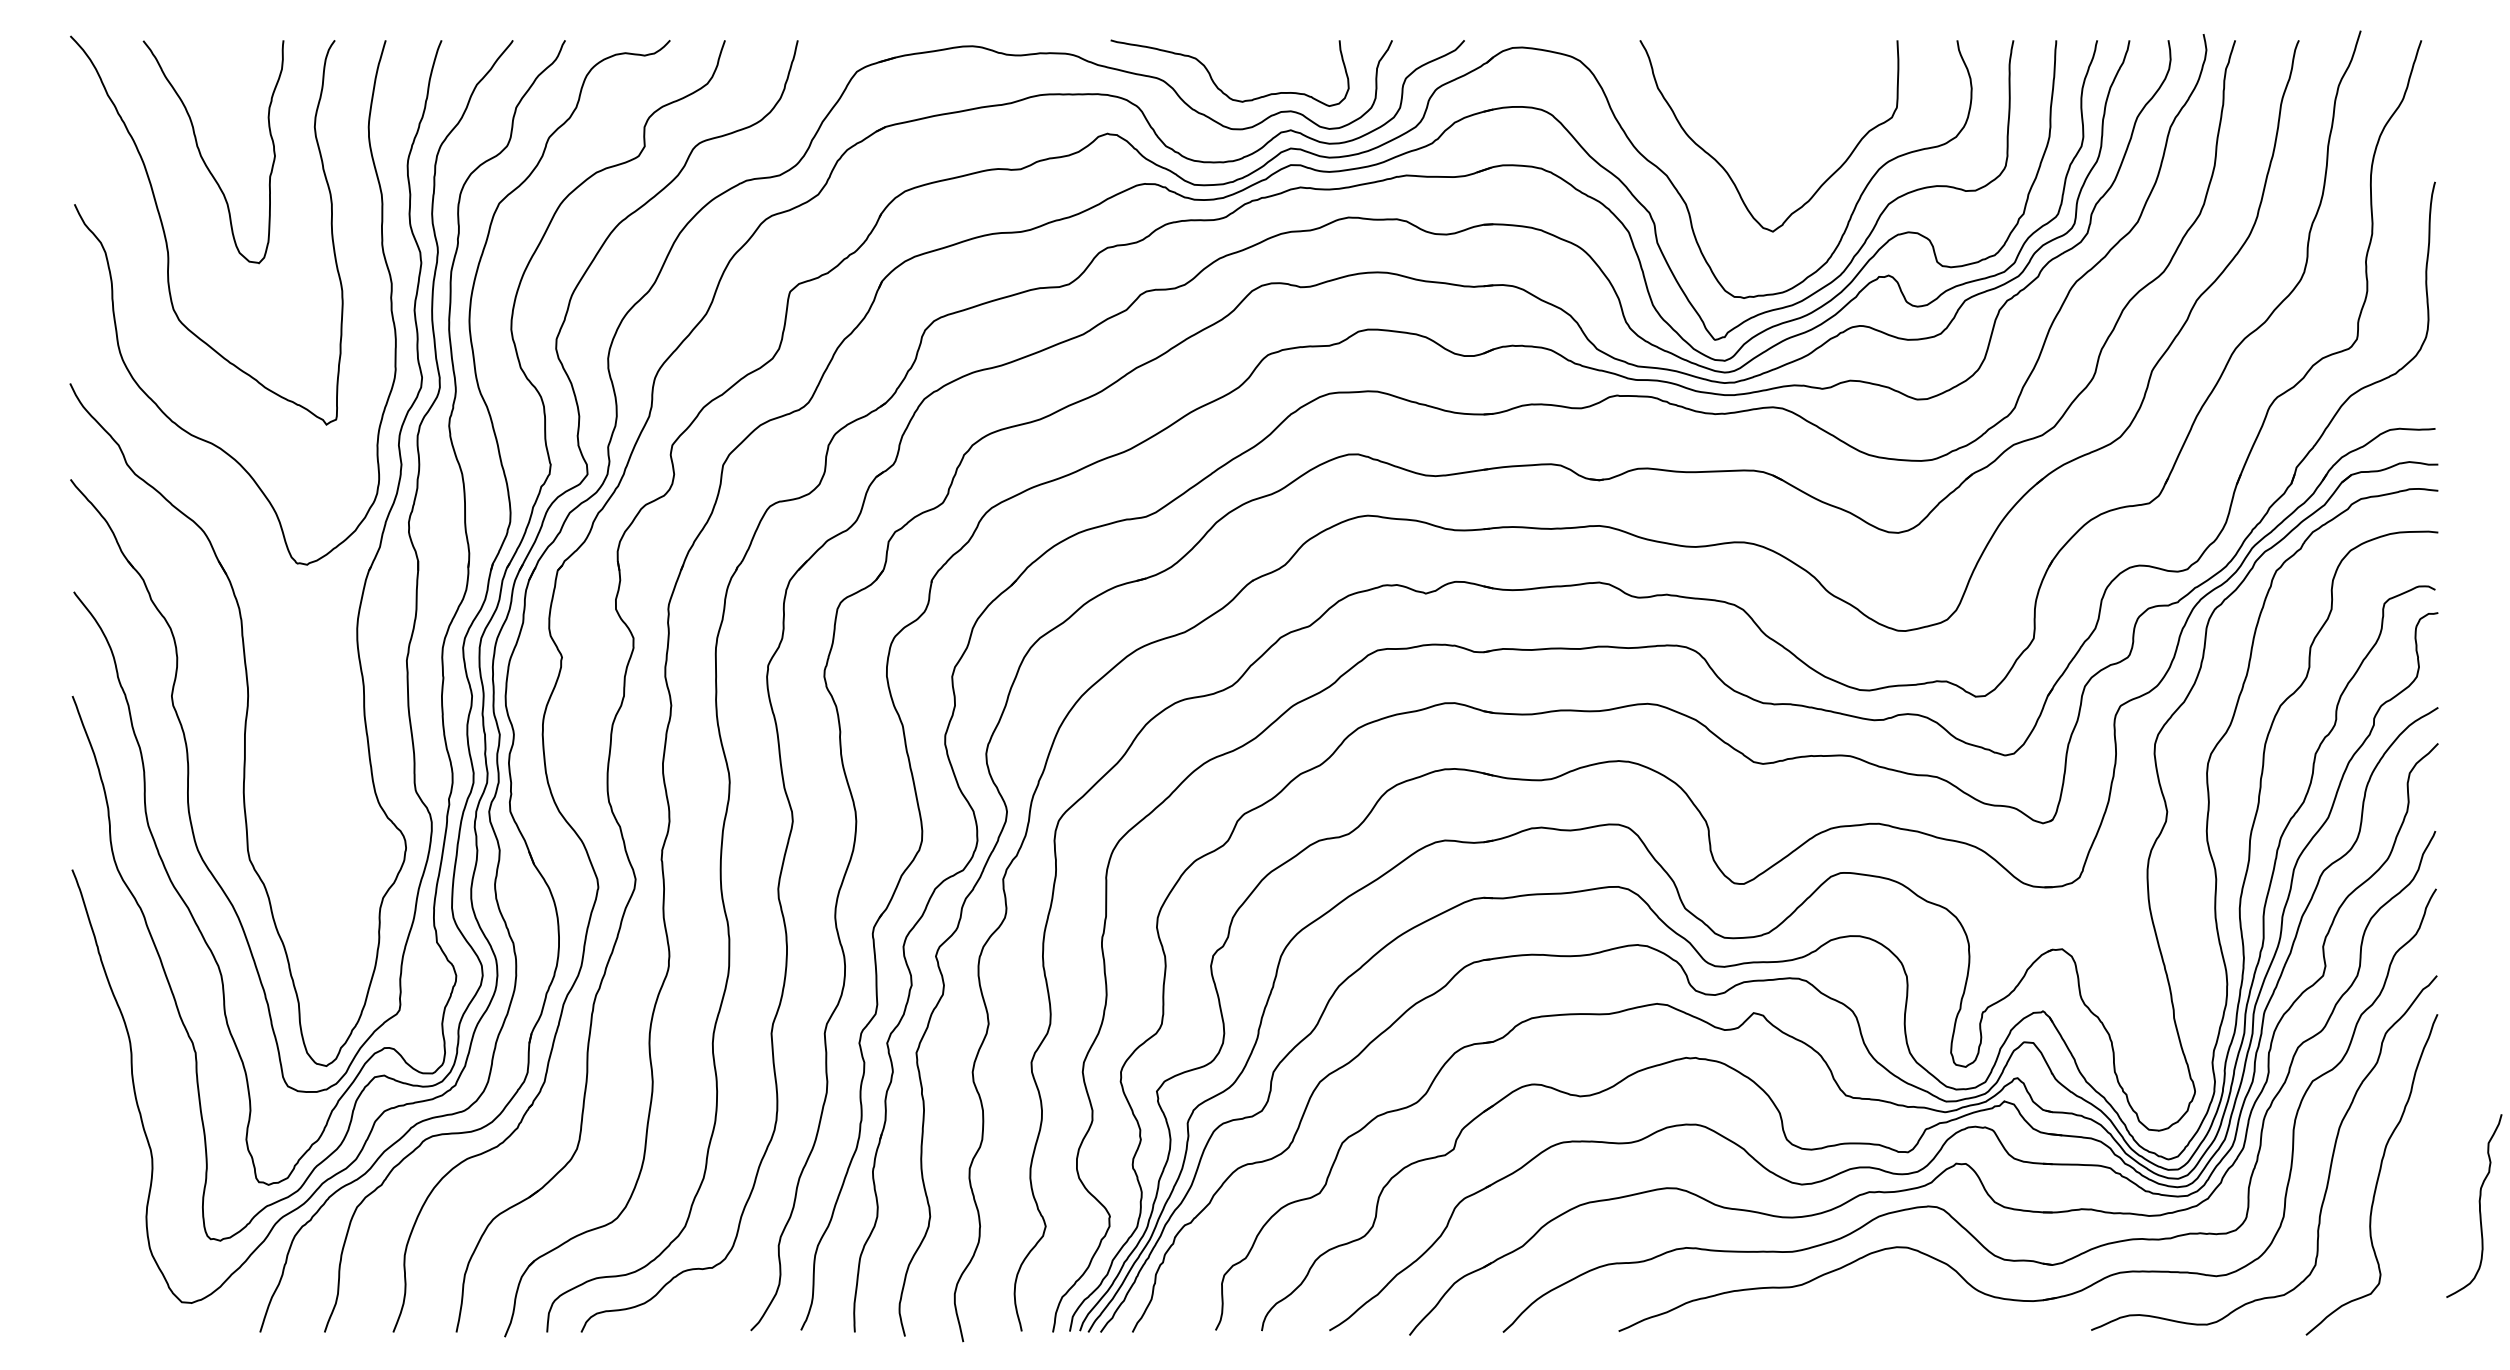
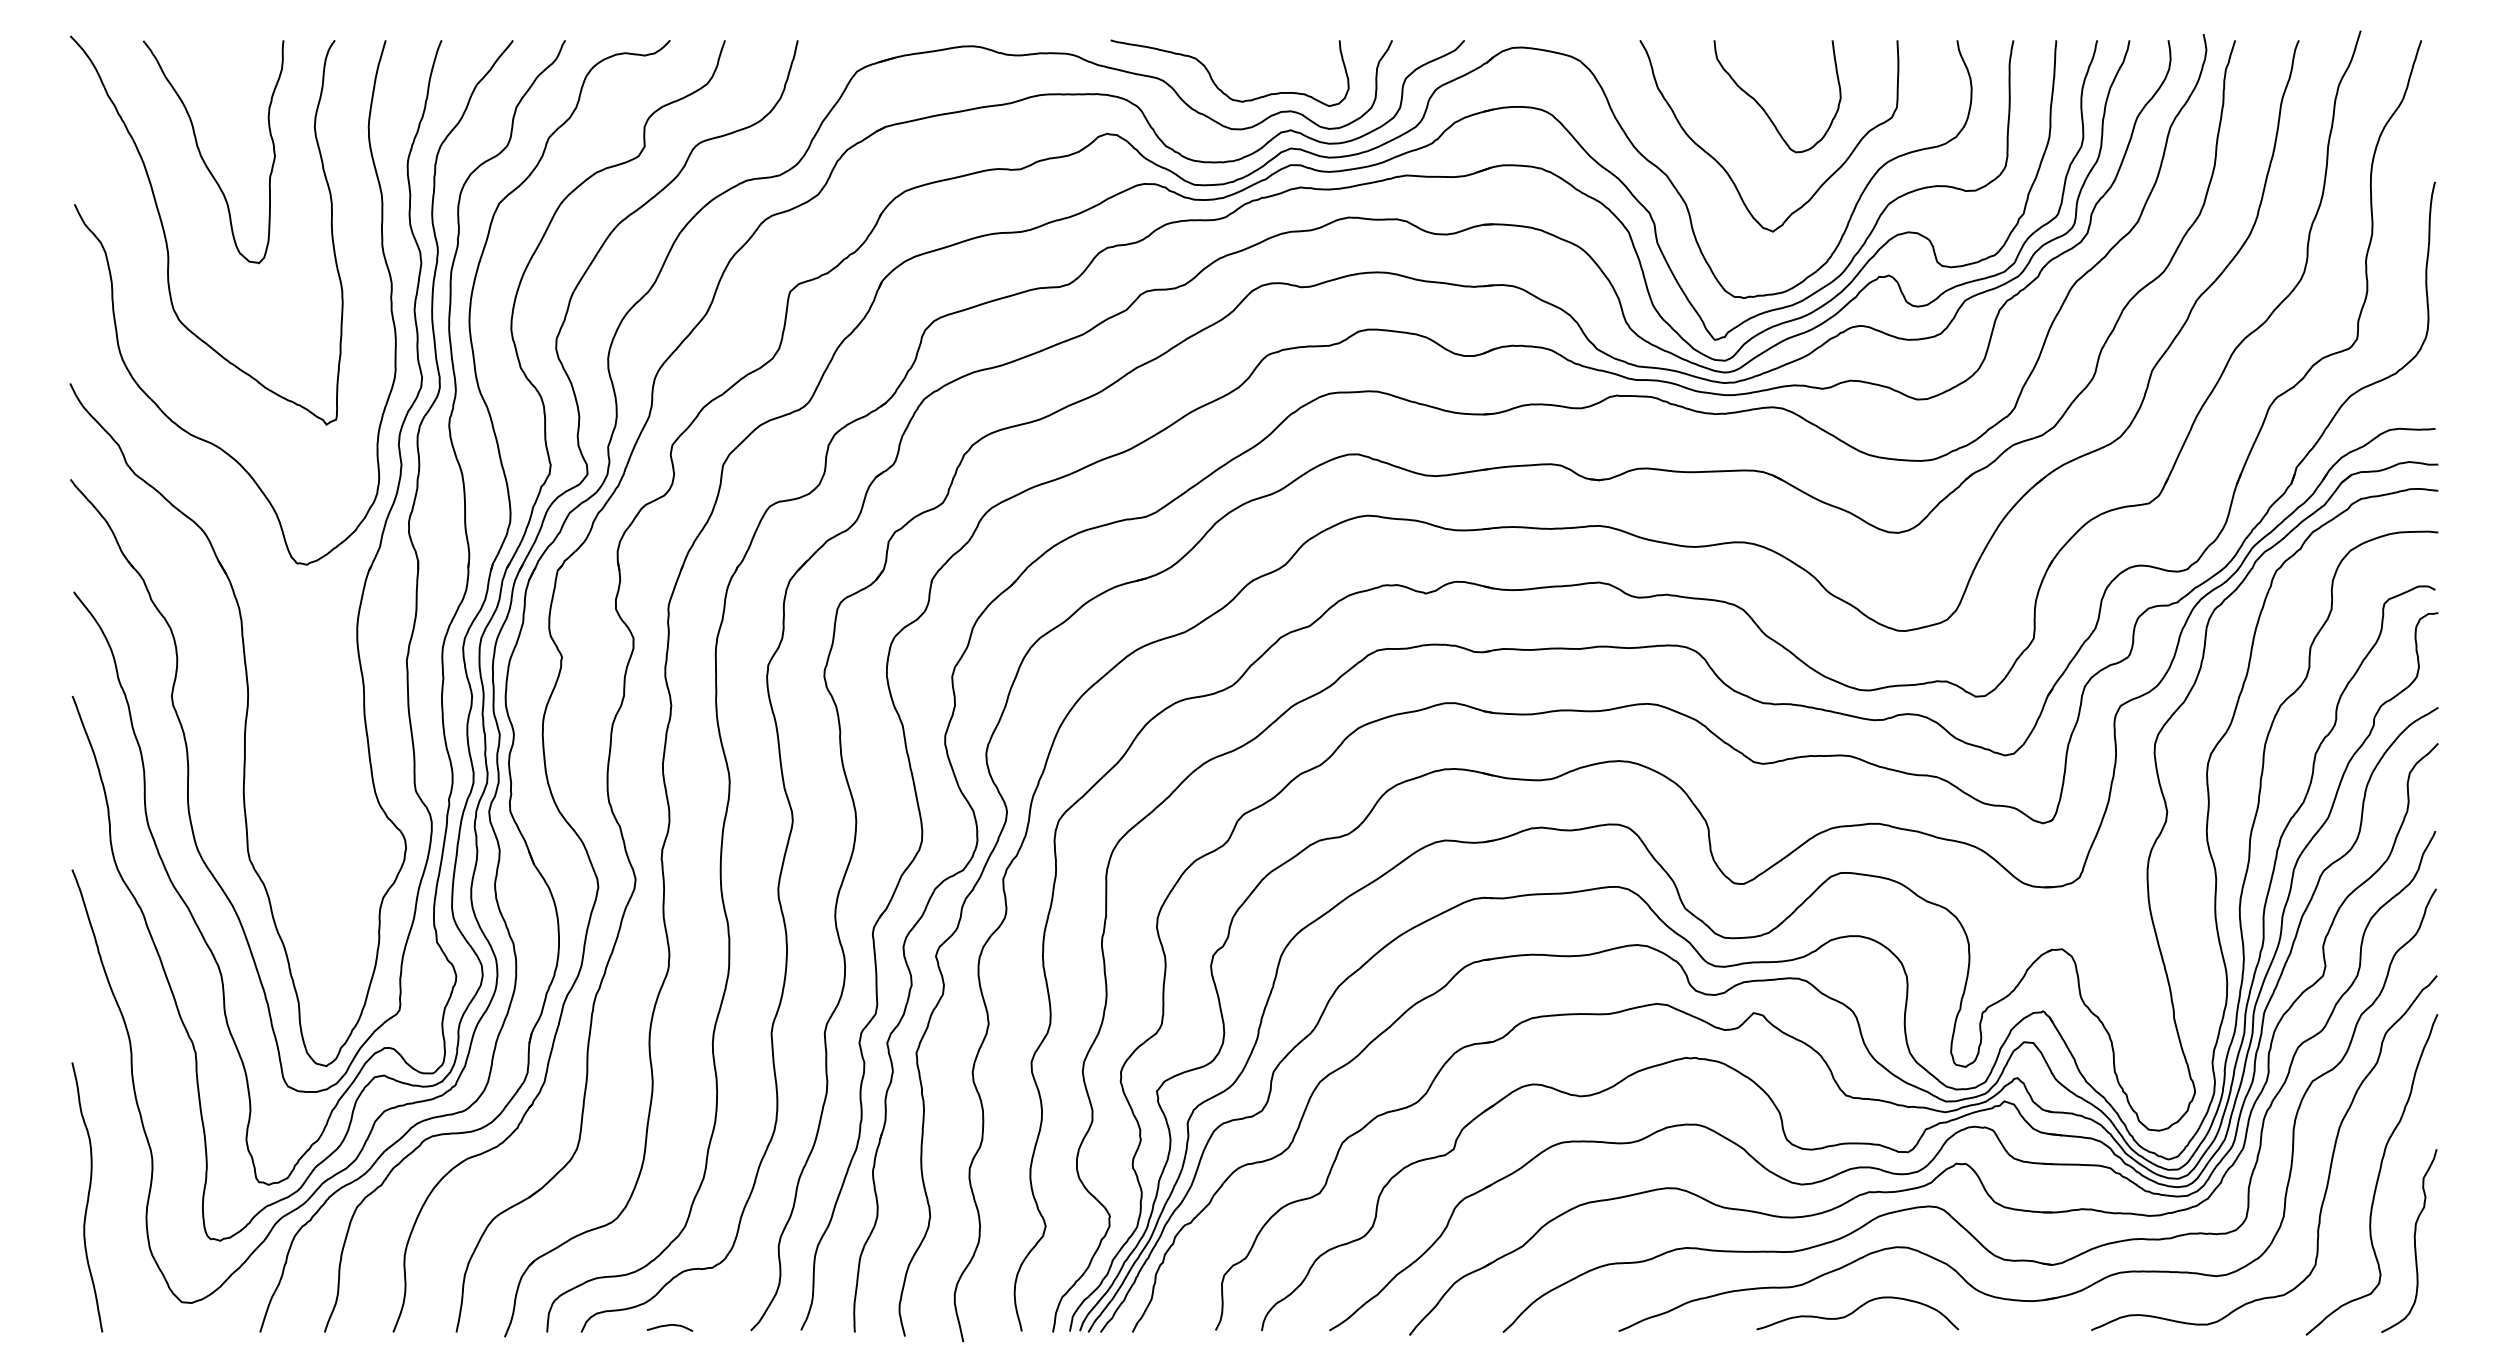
curve at (1762, 106): none -> present
curve at (87, 1197): none -> present
curve at (2478, 1202) position: (2478, 1202) -> (2413, 1237)
curve at (1855, 1311): none -> present
curve at (668, 1326): none -> present
